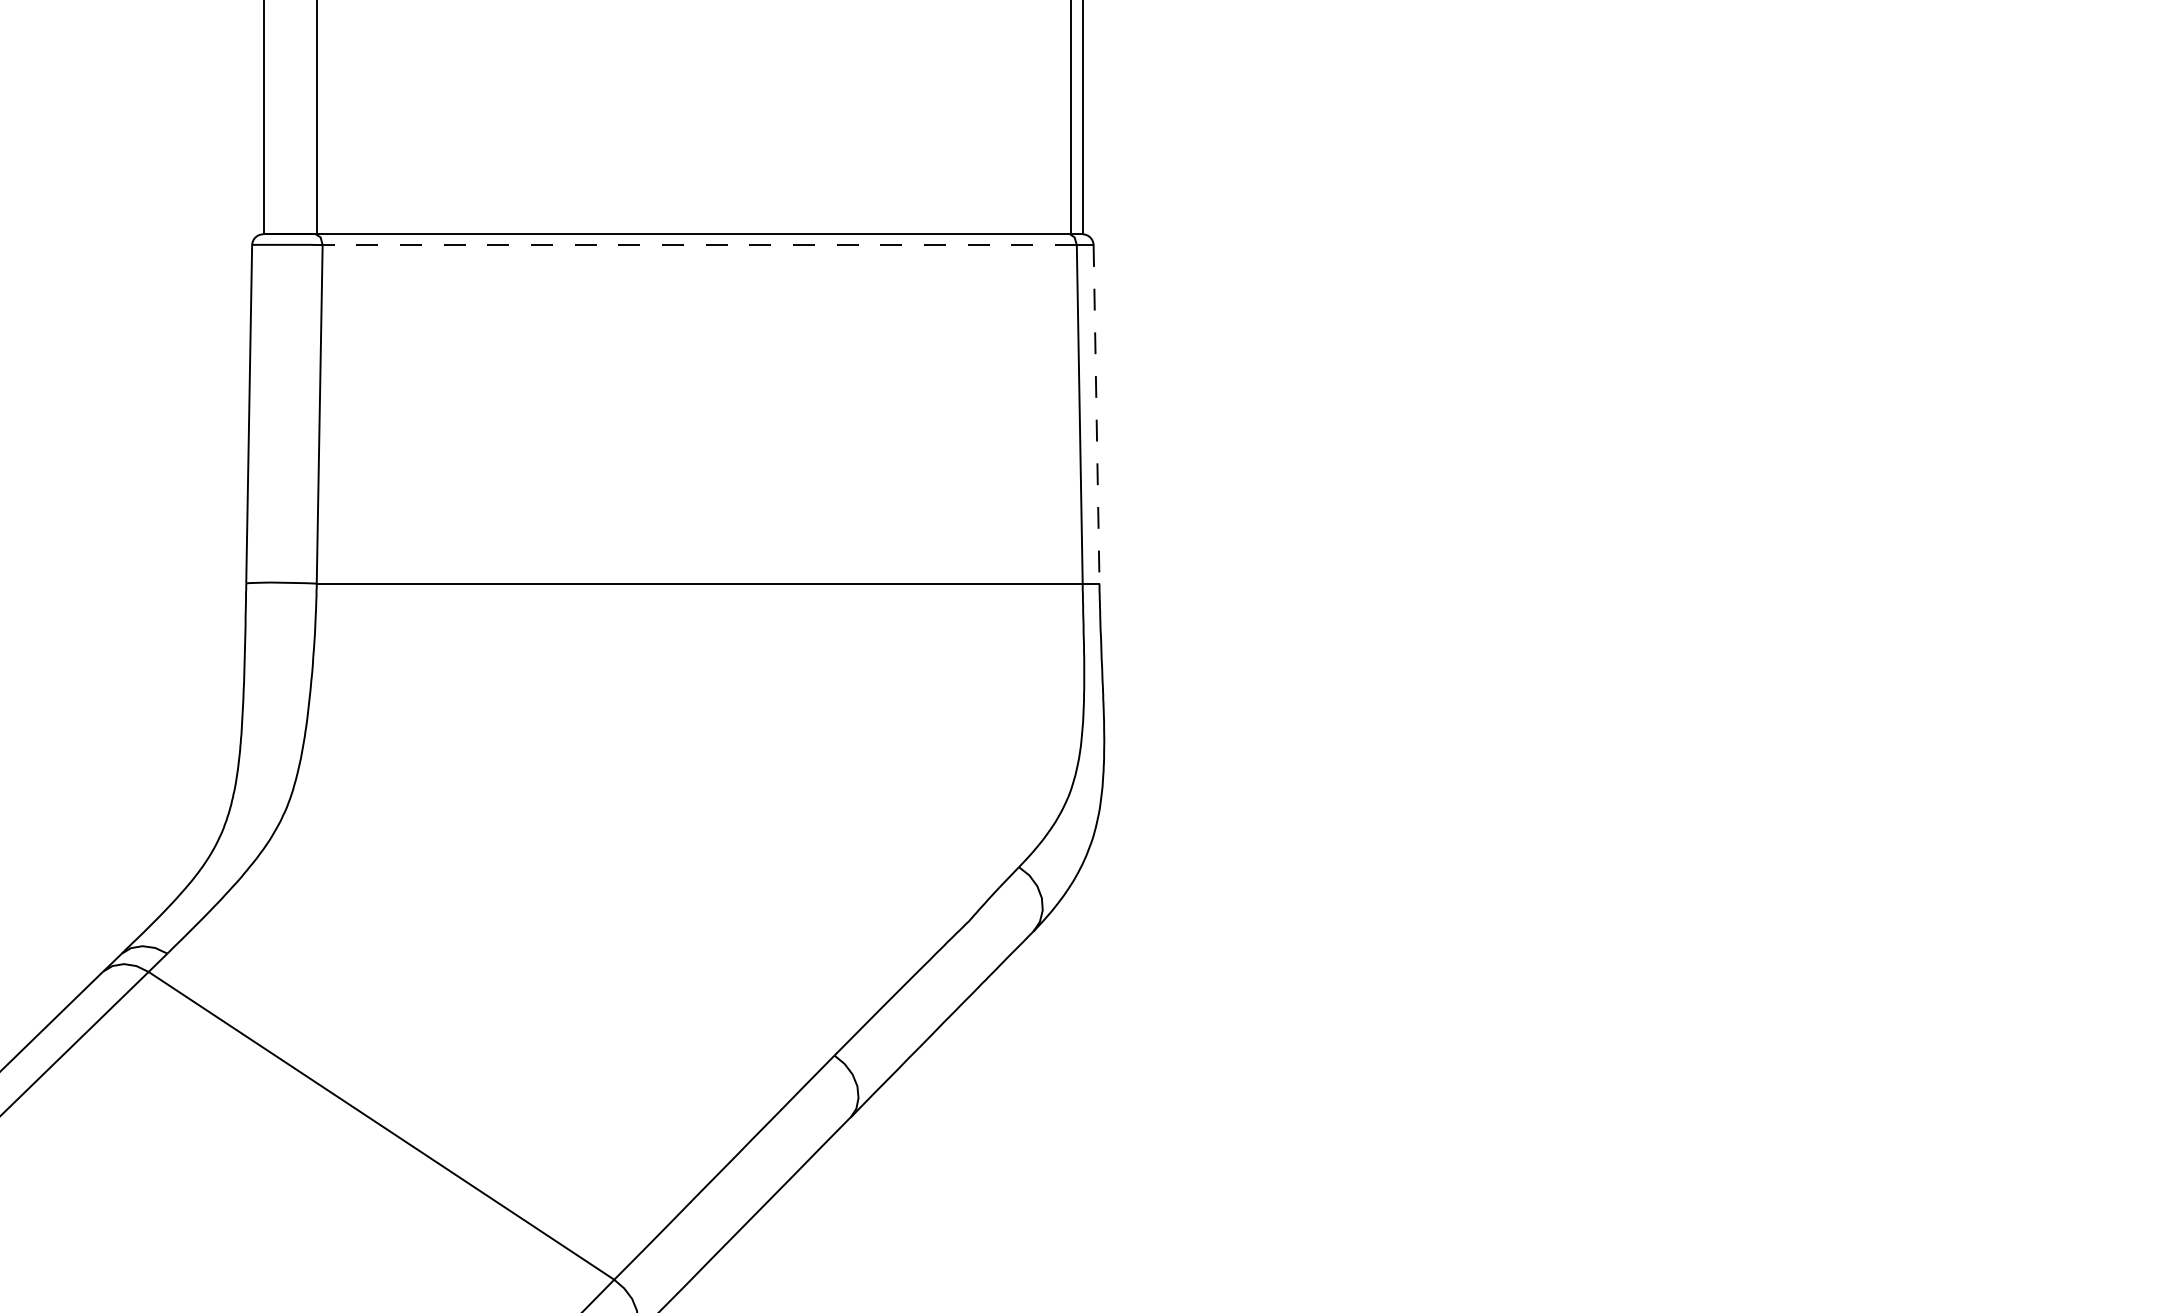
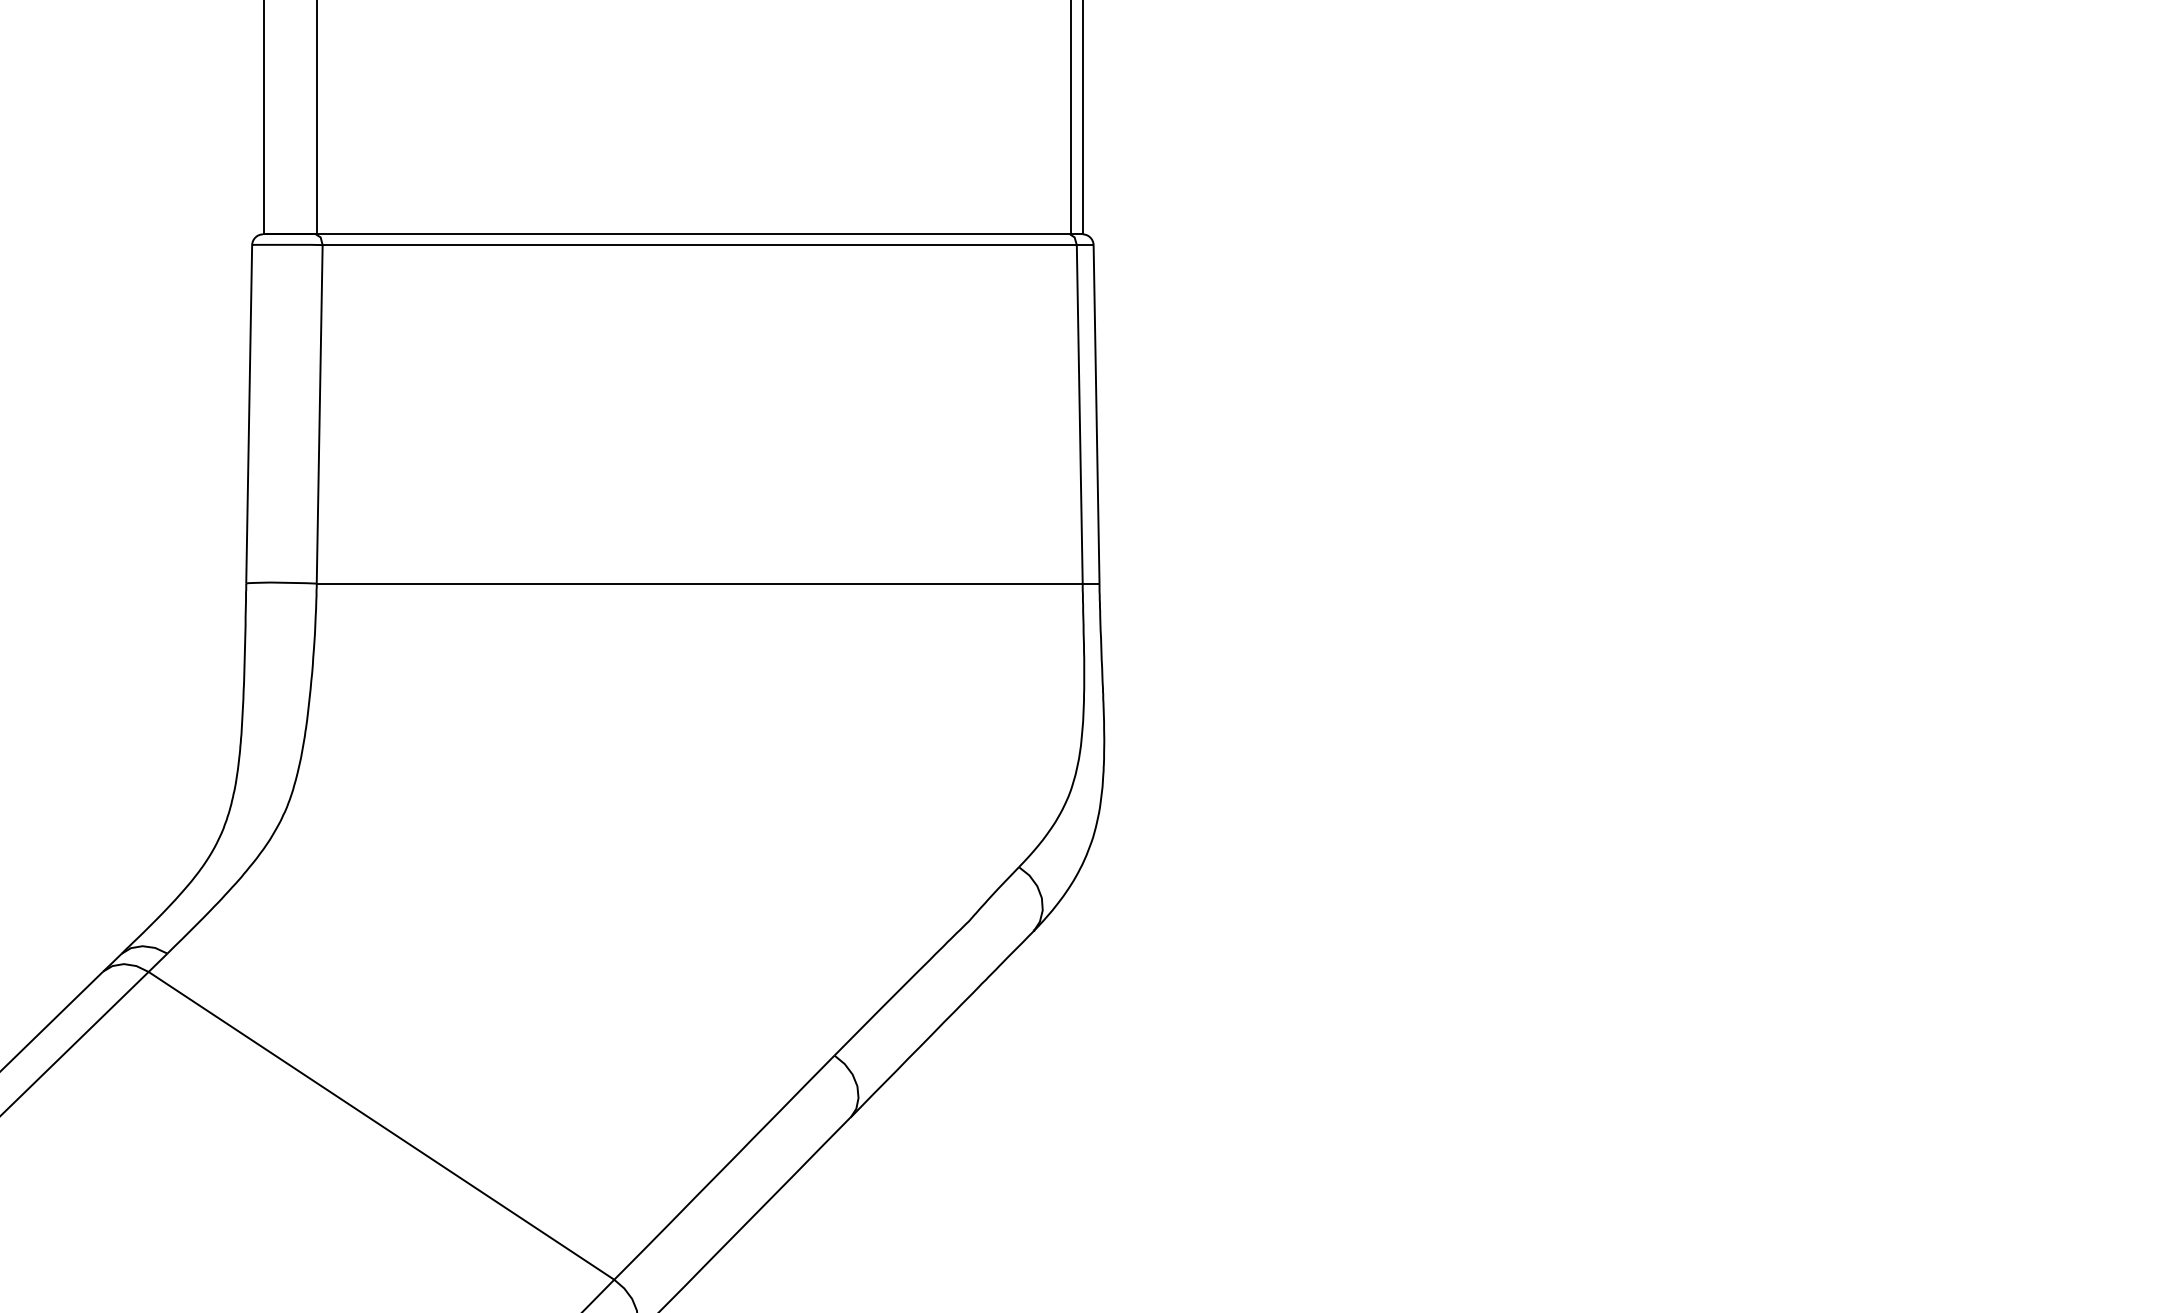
line at (699, 245): dashed -> solid
line at (1096, 414): dashed -> solid
